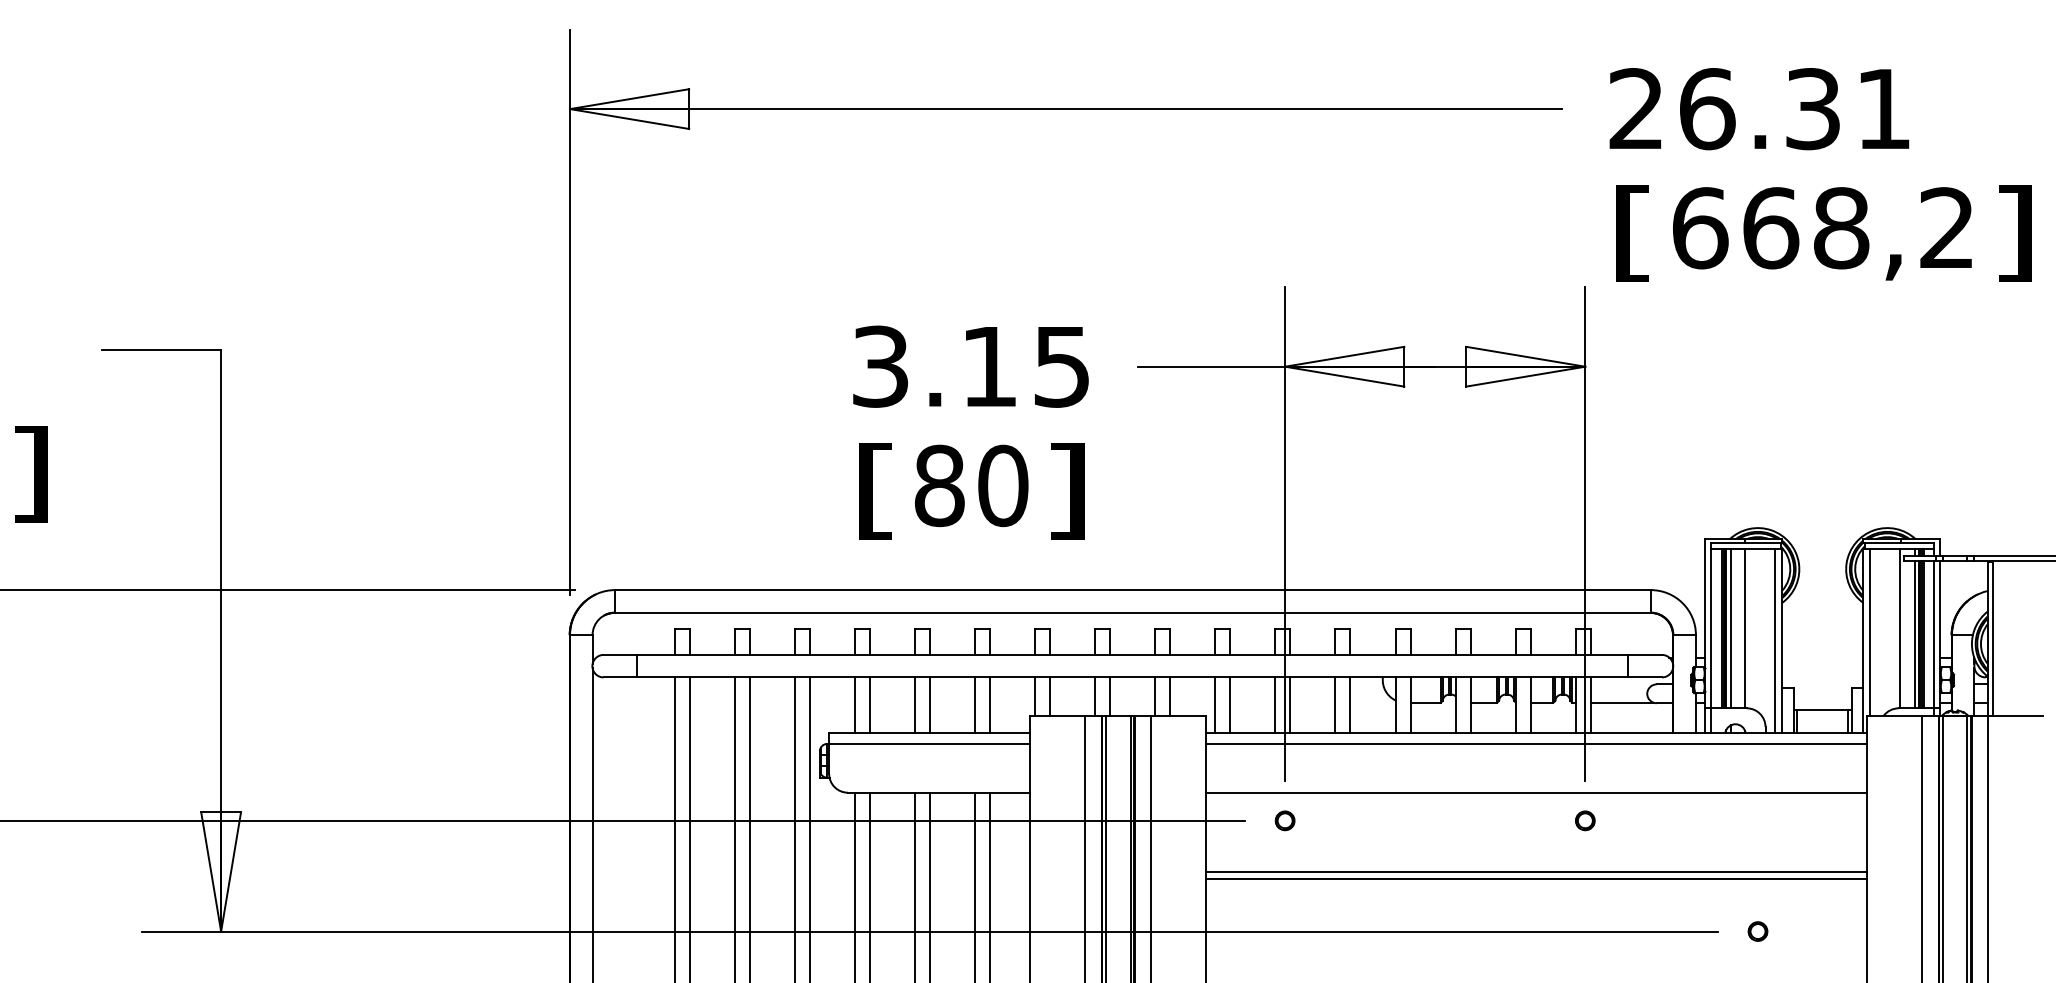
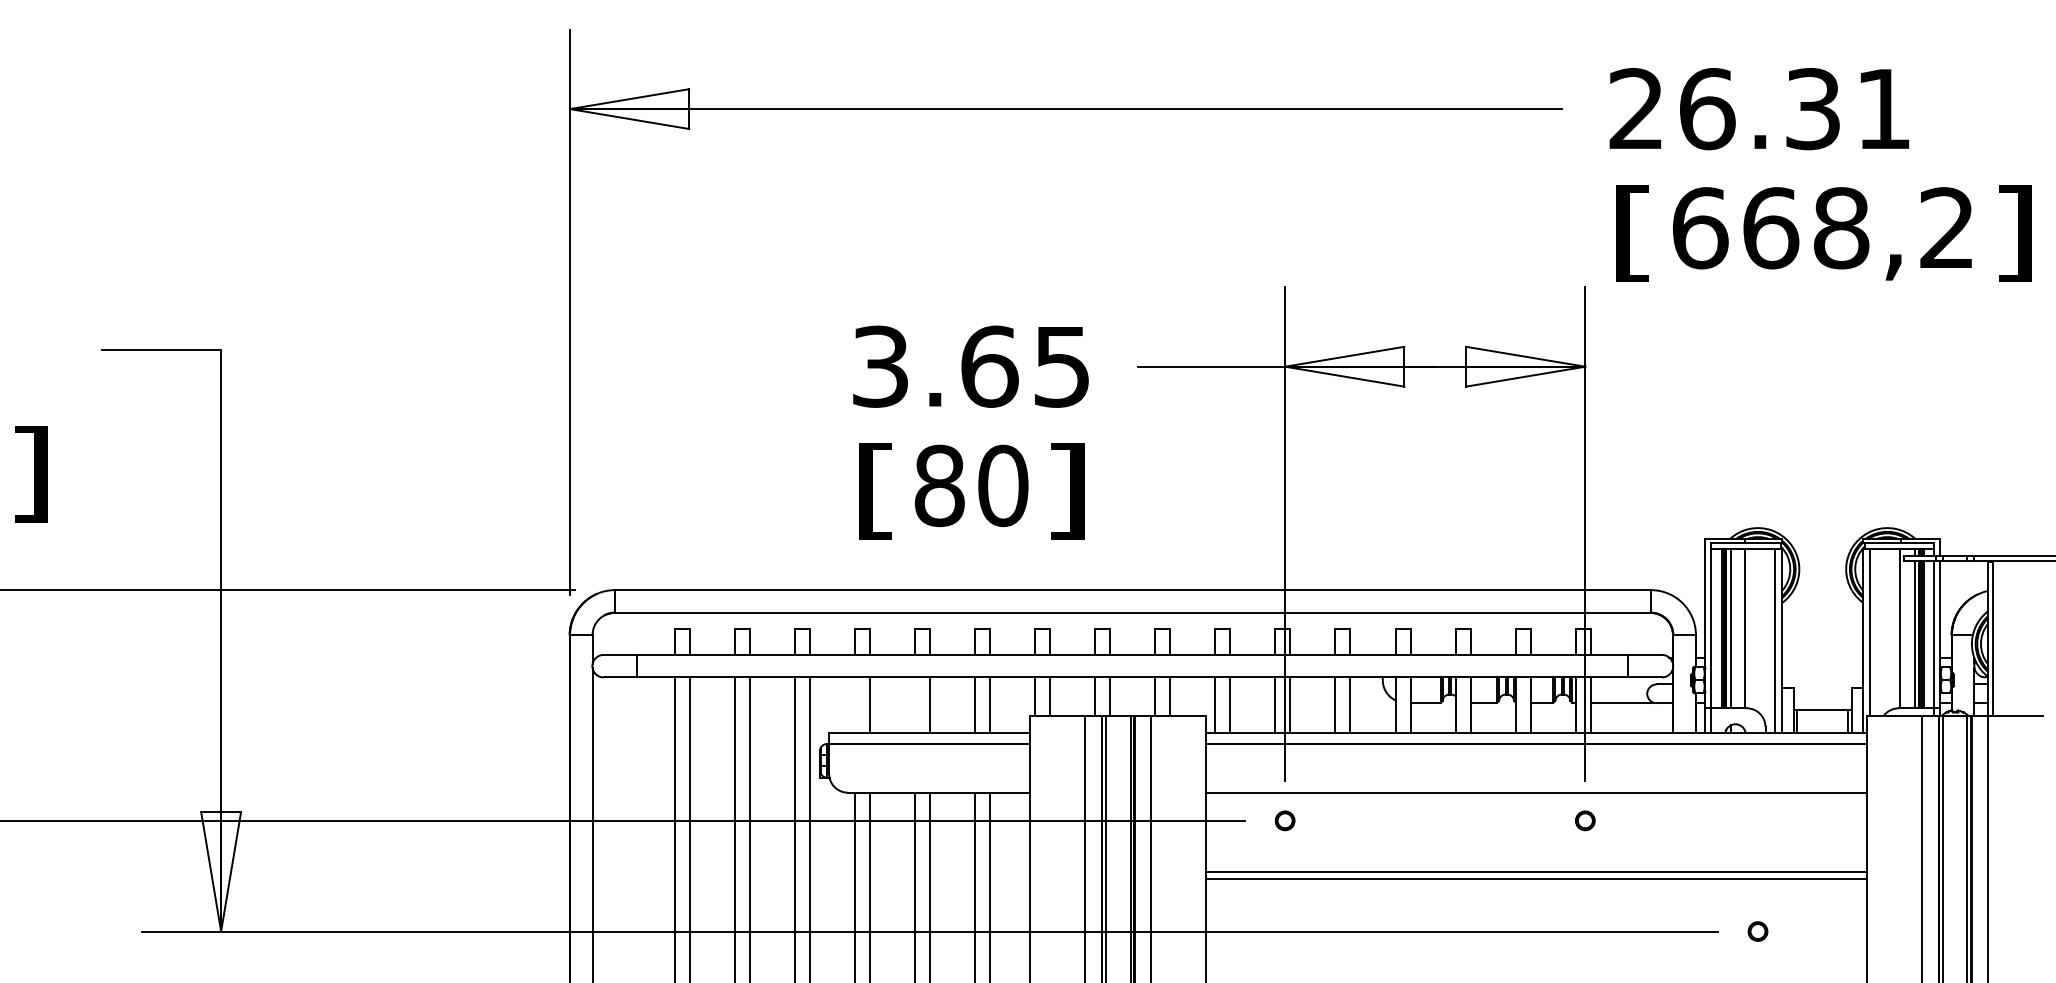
text at (989, 366): 3.15 -> 3.65
line at (855, 704): present -> none
line at (915, 704): present -> none
